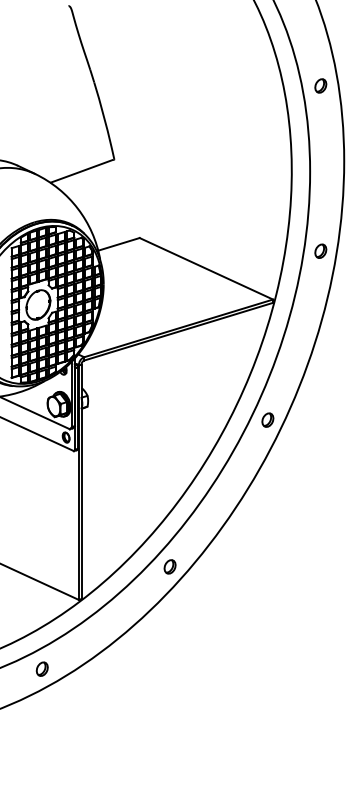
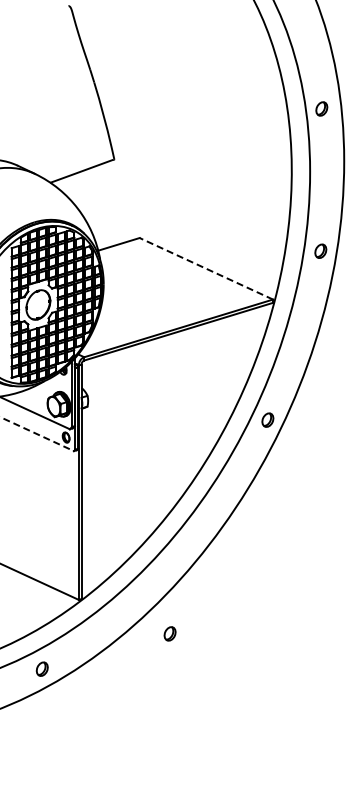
part at (320, 85) position: (320, 85) -> (321, 108)
line at (205, 268): solid -> dashed
line at (37, 434): solid -> dashed
part at (169, 566) position: (169, 566) -> (169, 633)
